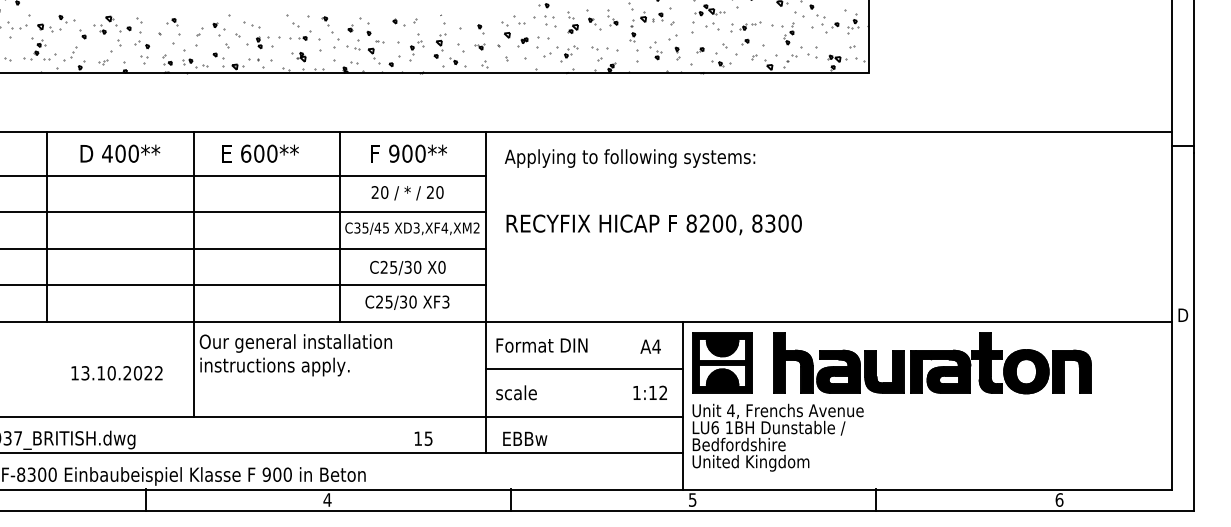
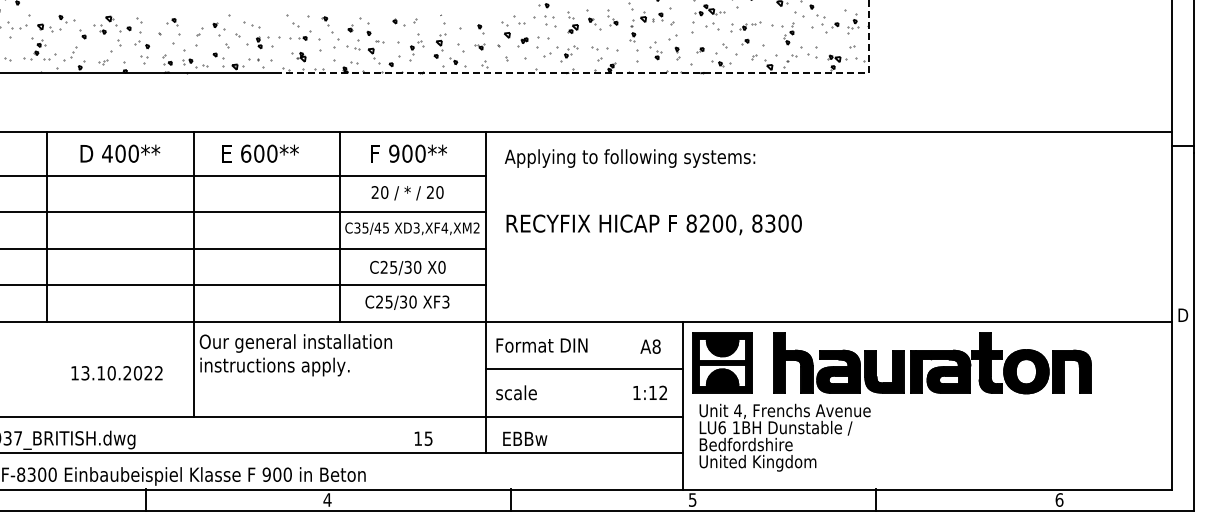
line at (611, 73): solid -> dashed
text at (656, 346): A4 -> A8
text at (777, 437) position: (777, 437) -> (784, 437)
